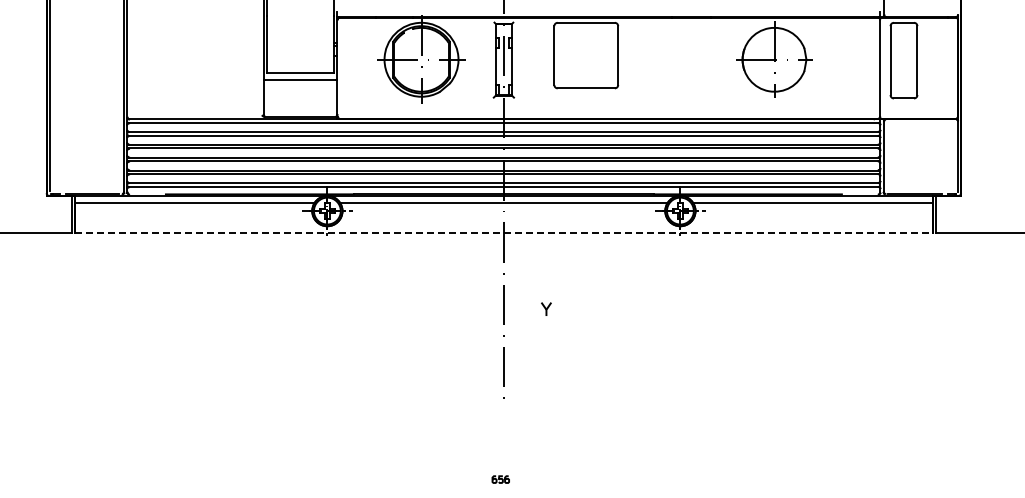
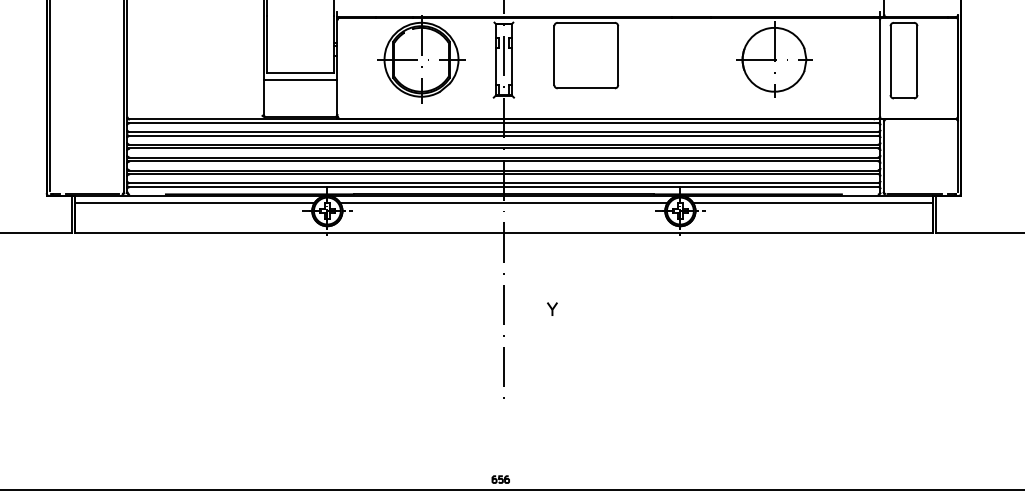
line at (503, 232): dashed -> solid
part at (546, 308) position: (546, 308) -> (552, 308)
line at (511, 489): none -> present
